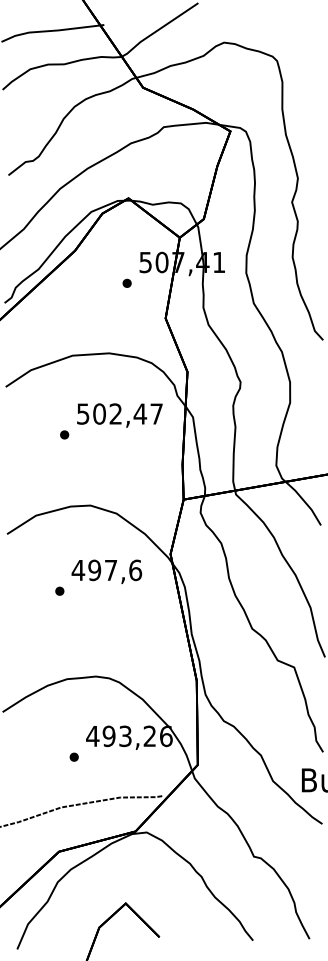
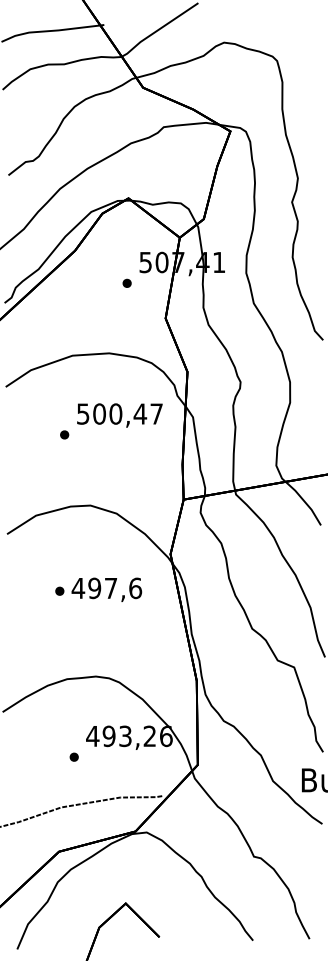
text at (115, 413): 502,47 -> 500,47
text at (106, 571) position: (106, 571) -> (106, 589)
